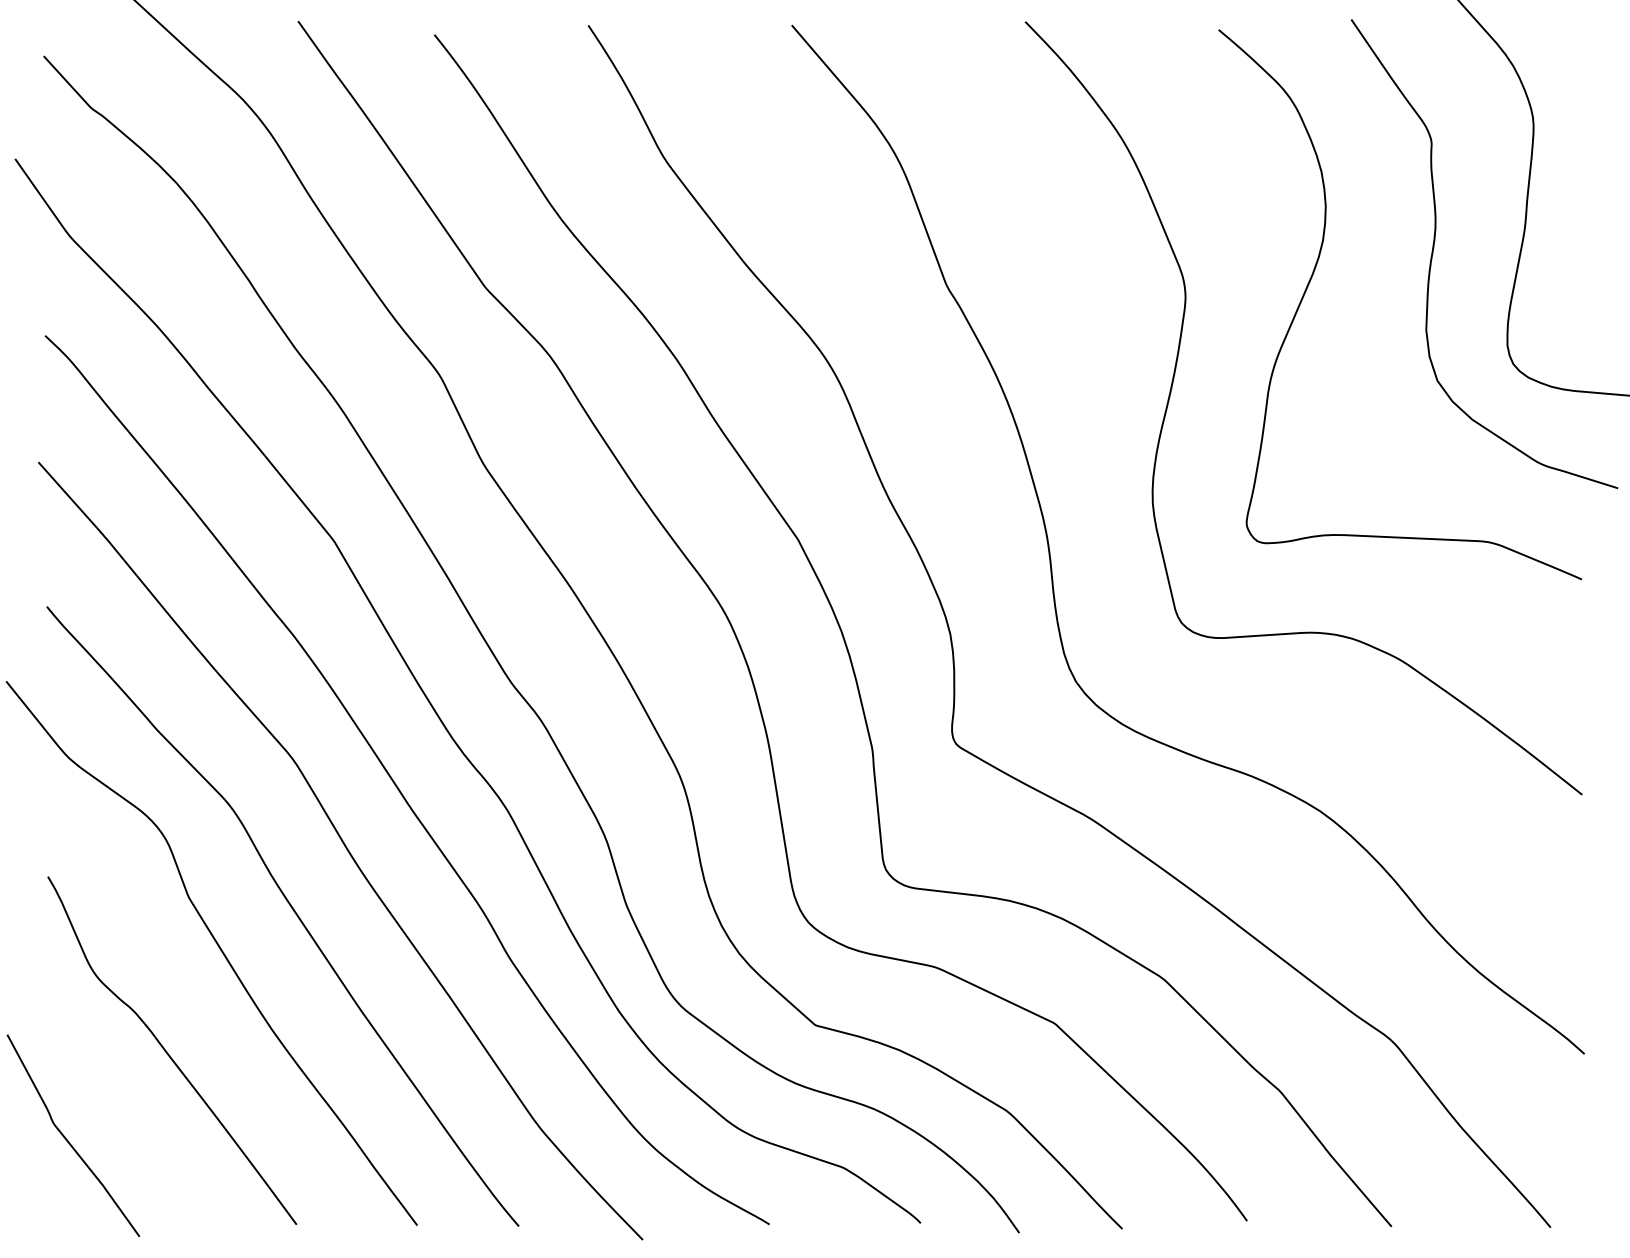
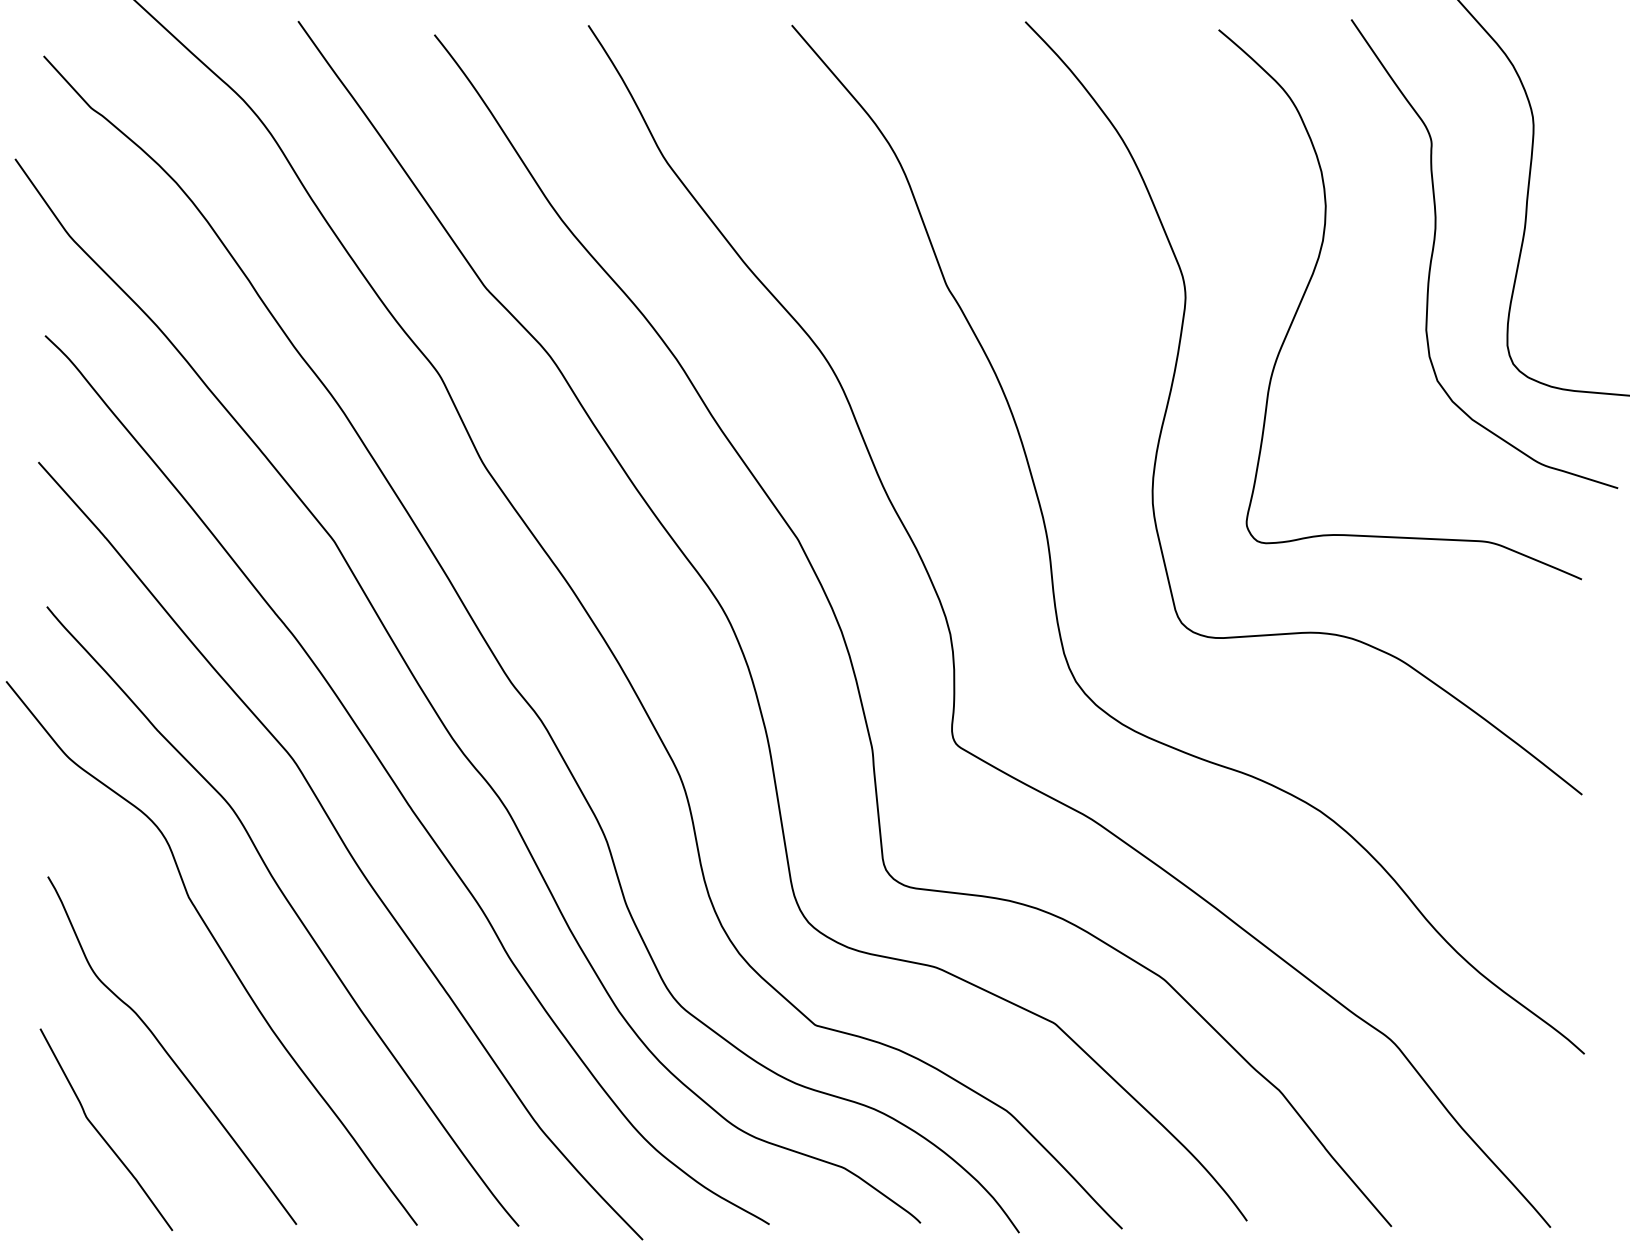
curve at (68, 1140) position: (68, 1140) -> (101, 1134)
